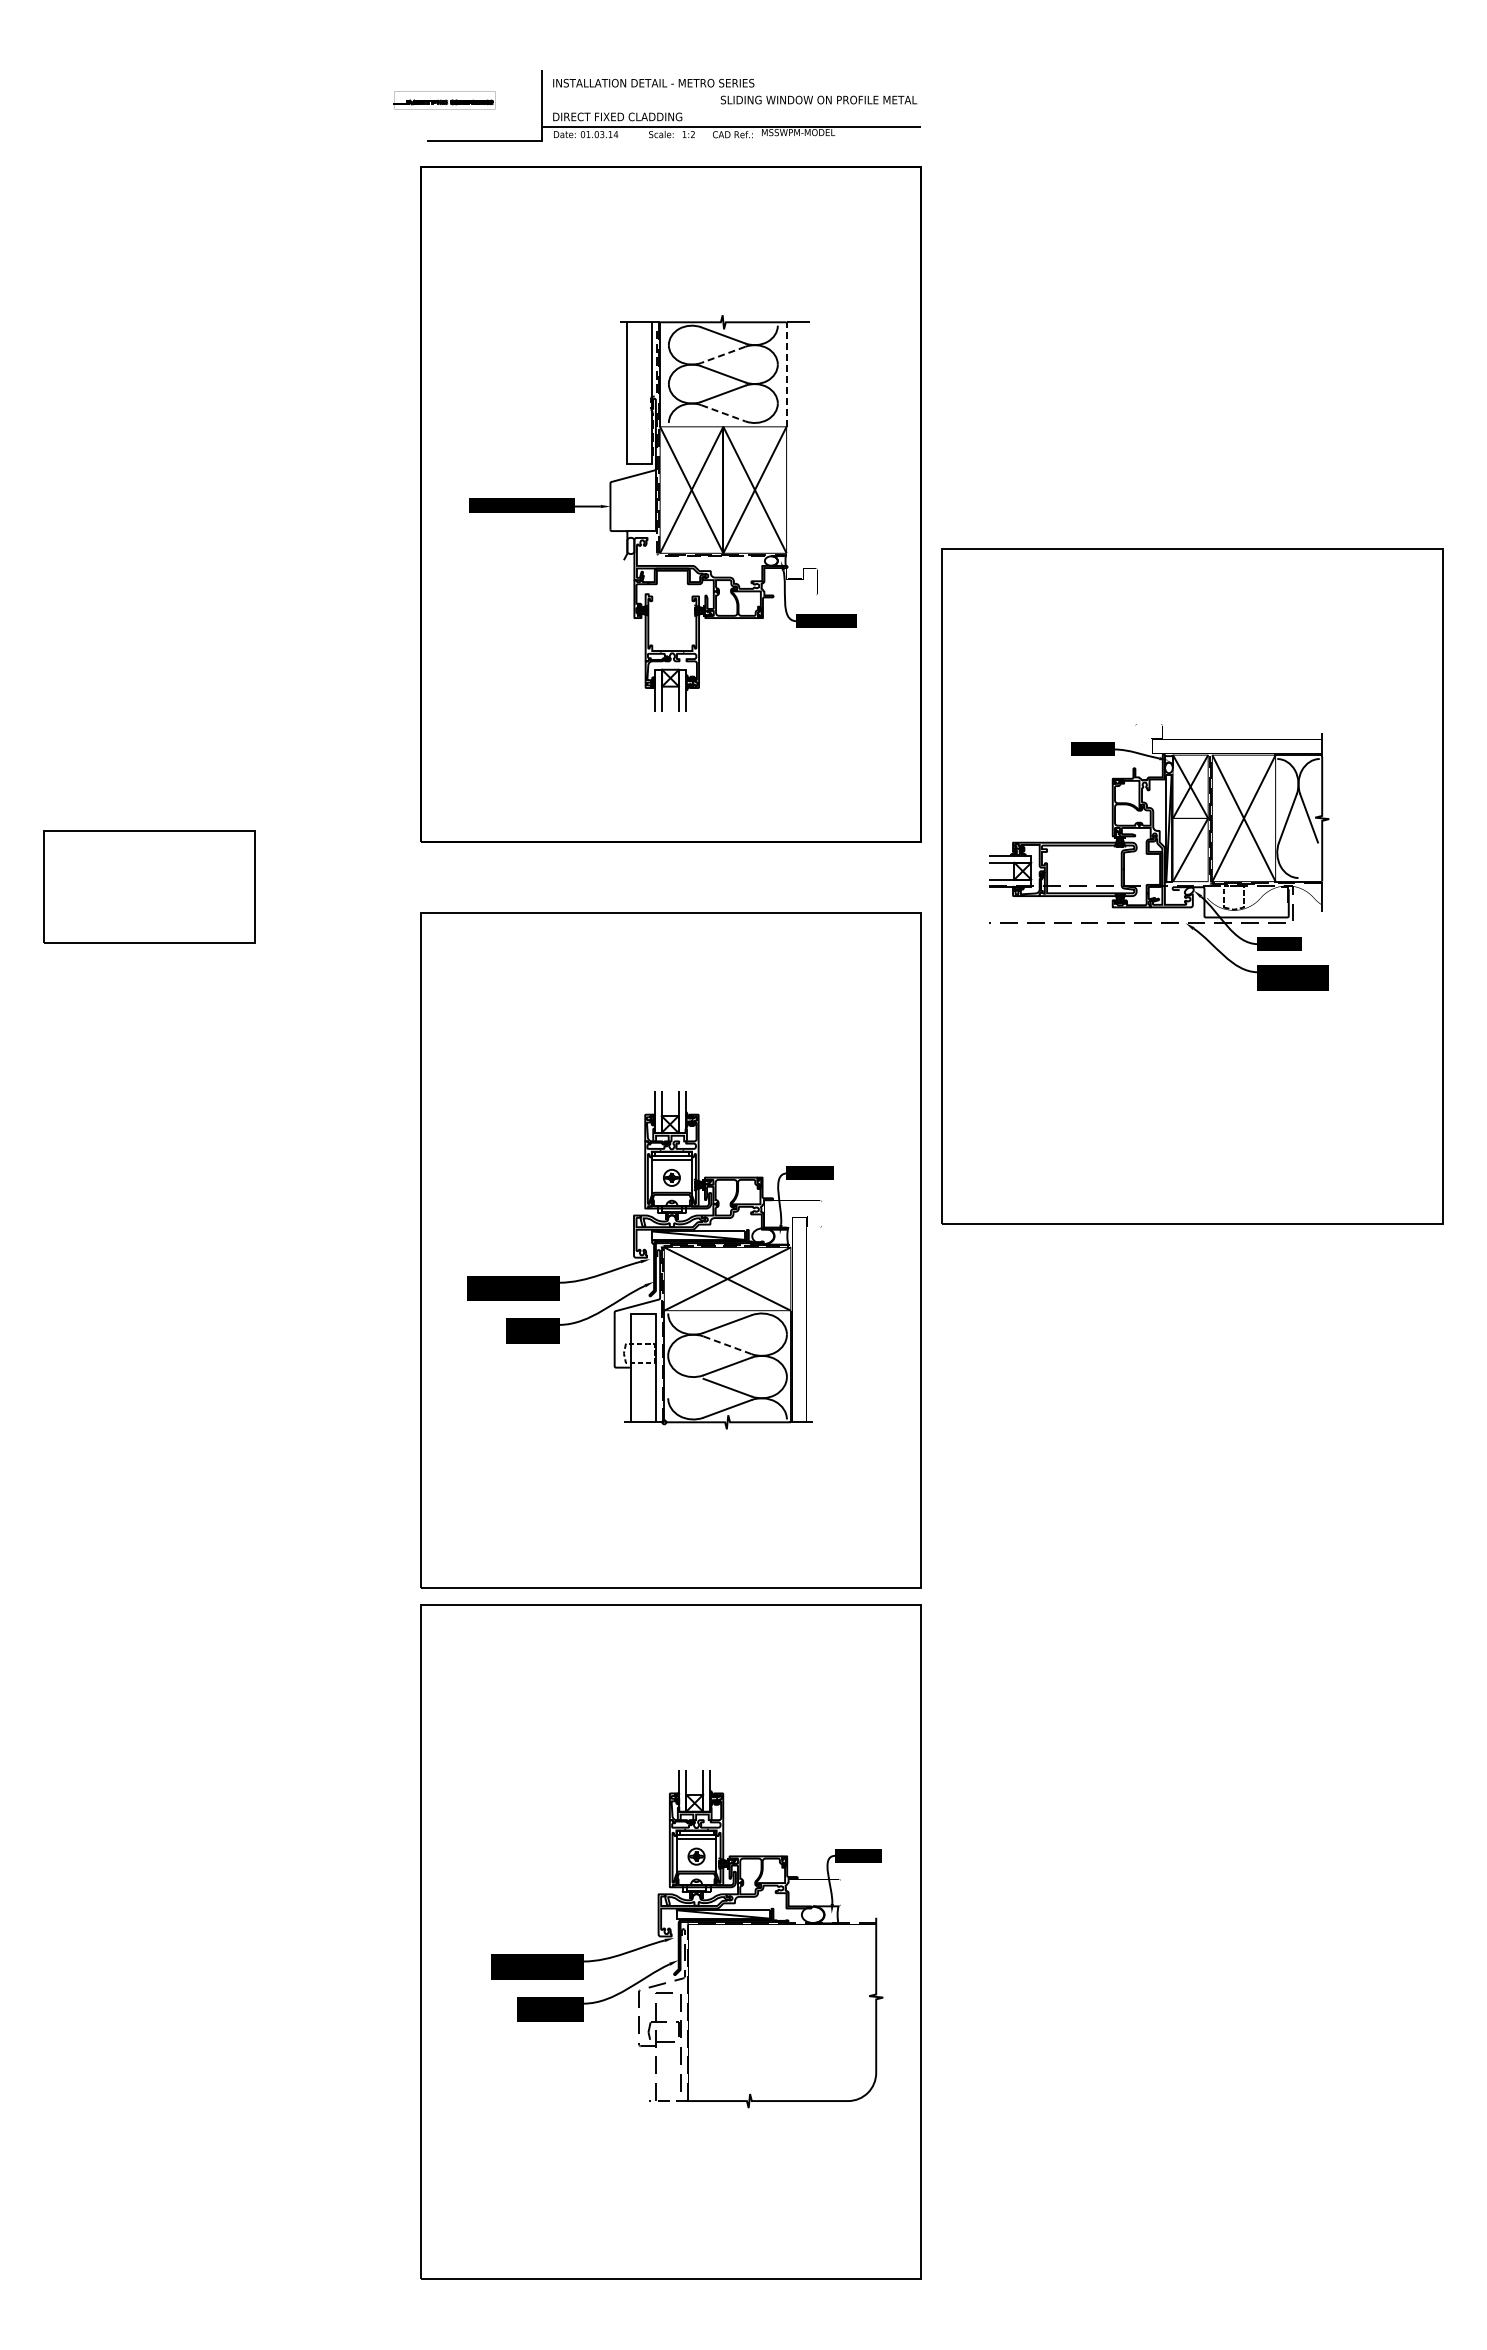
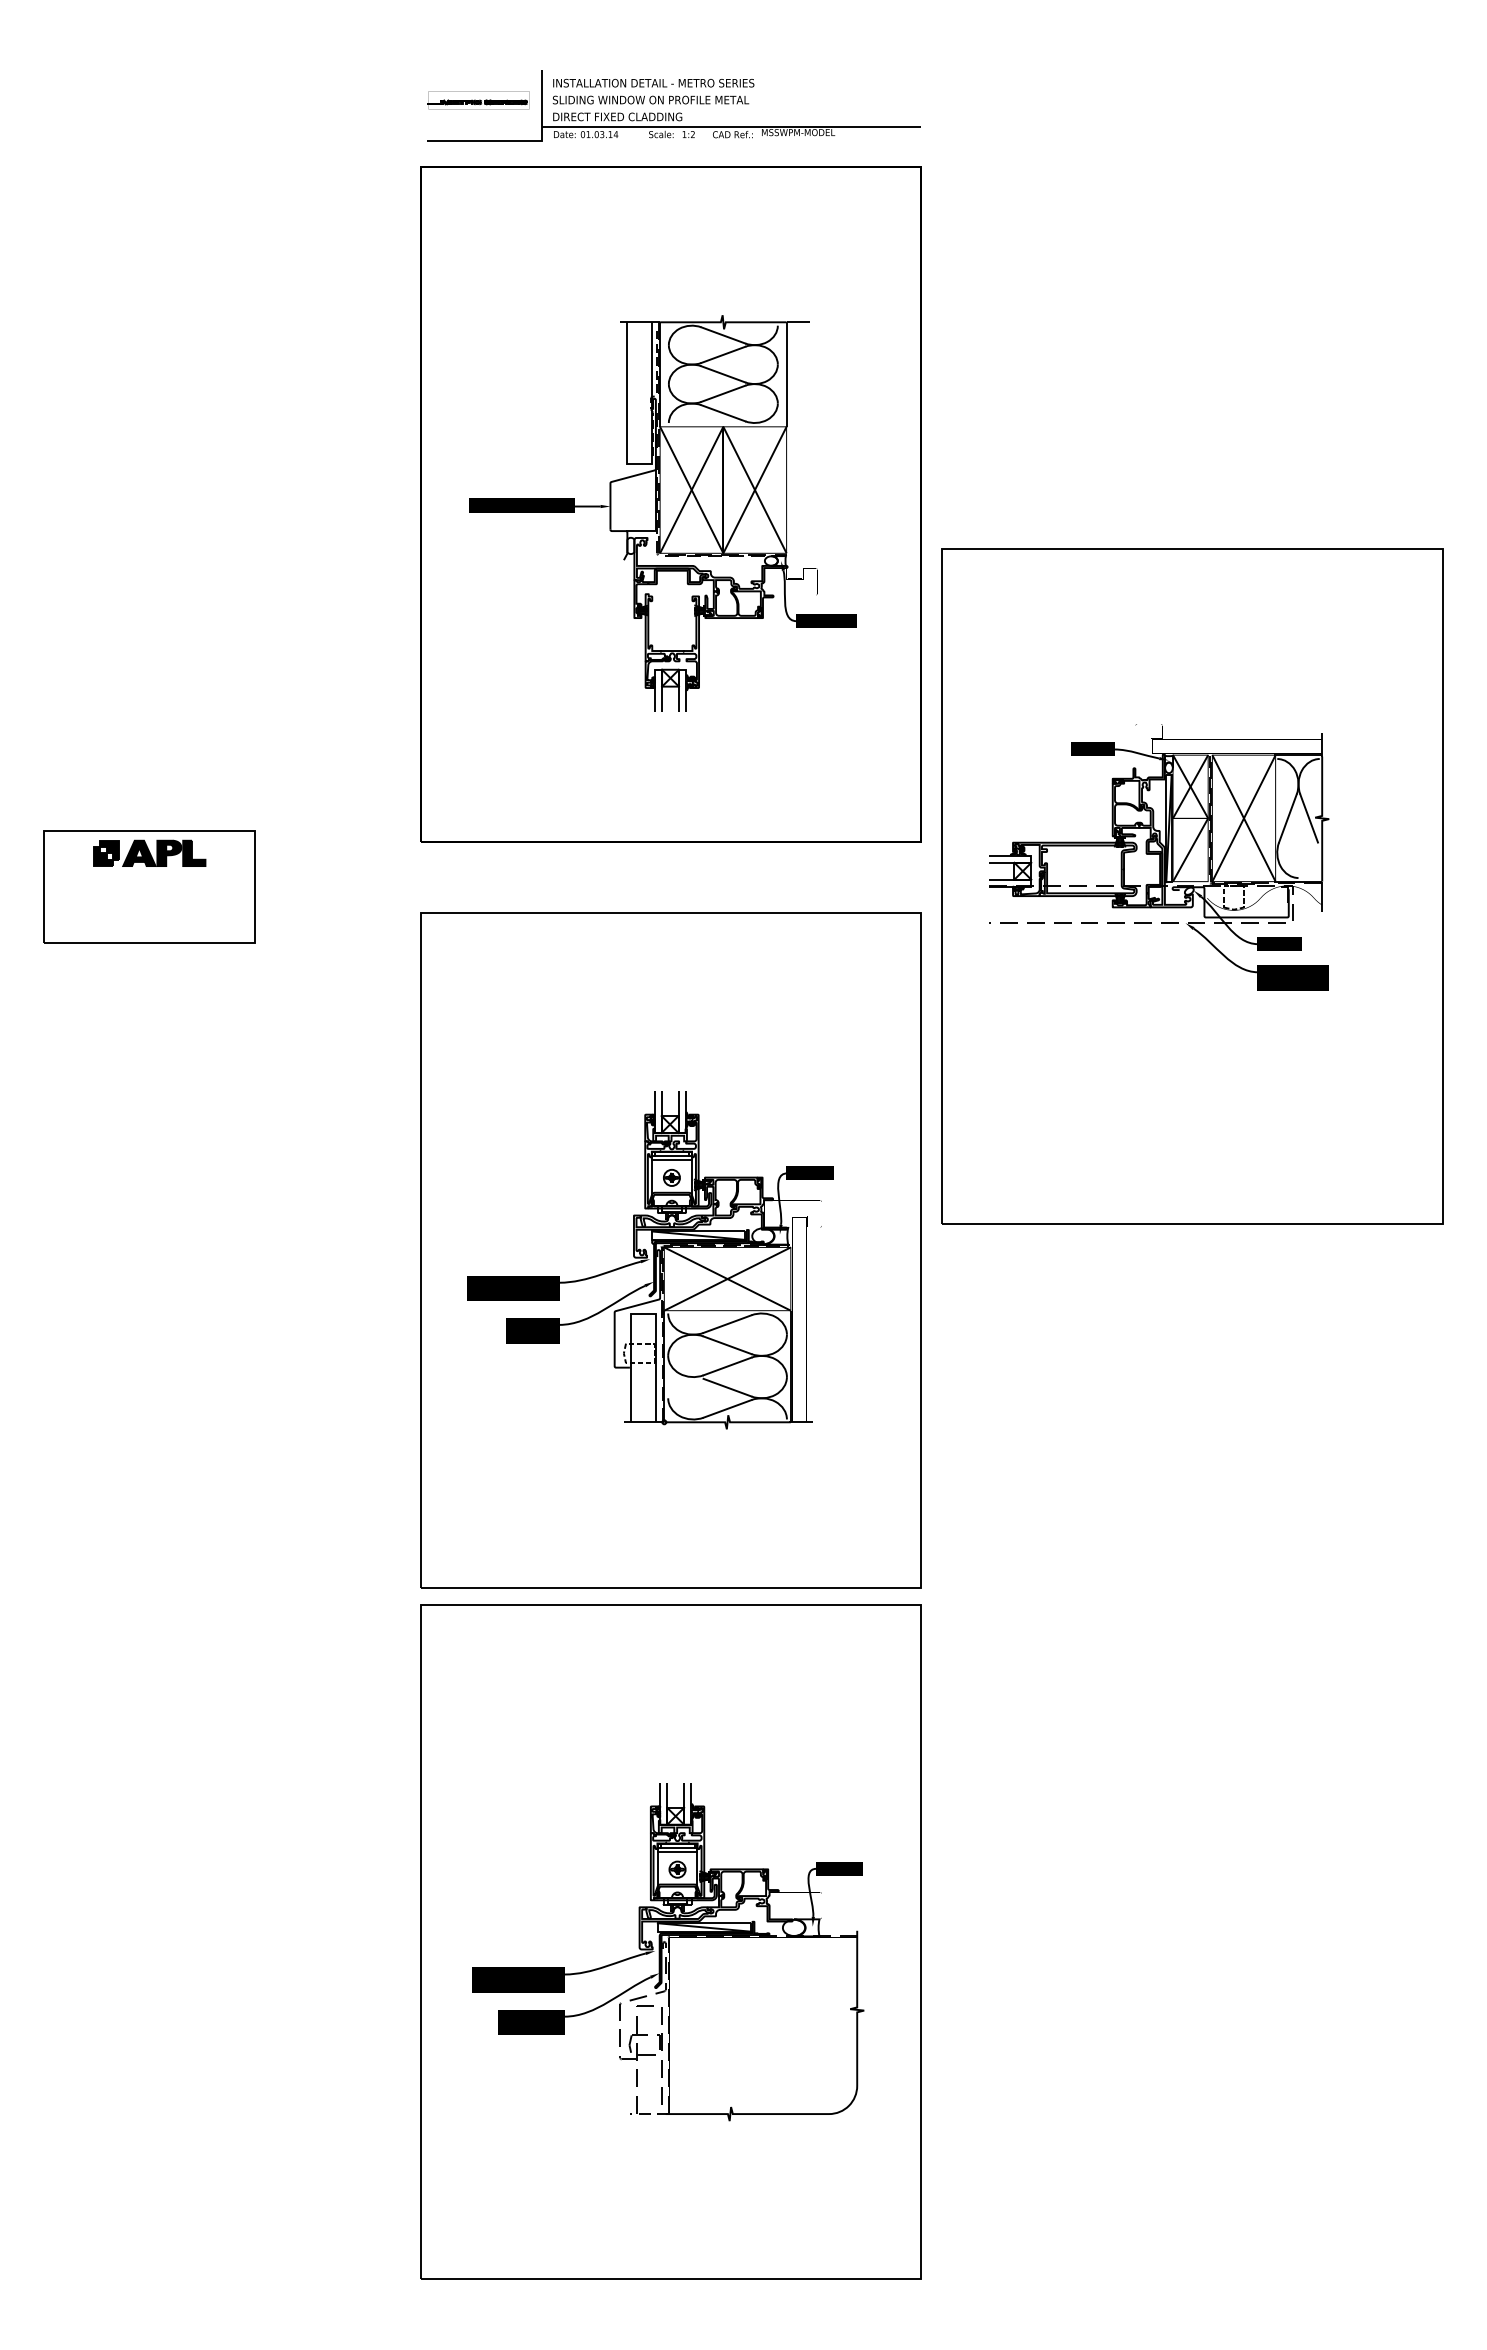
text at (818, 99) position: (818, 99) -> (650, 99)
part at (444, 100) position: (444, 100) -> (478, 100)
line at (722, 355): dashed -> solid
line at (786, 374): dashed -> solid
line at (723, 413): dashed -> solid
part at (149, 852): none -> present
line at (727, 1345): dashed -> solid
part at (687, 1939) position: (687, 1939) -> (668, 1952)
